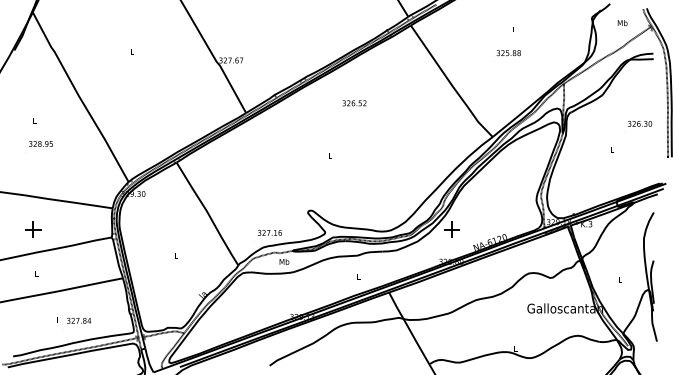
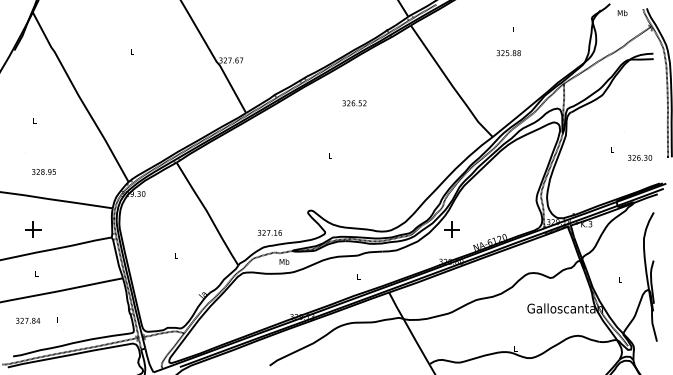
text at (622, 23) position: (622, 23) -> (622, 13)
text at (640, 123) position: (640, 123) -> (640, 157)
text at (40, 143) position: (40, 143) -> (43, 171)
text at (78, 320) position: (78, 320) -> (27, 320)
